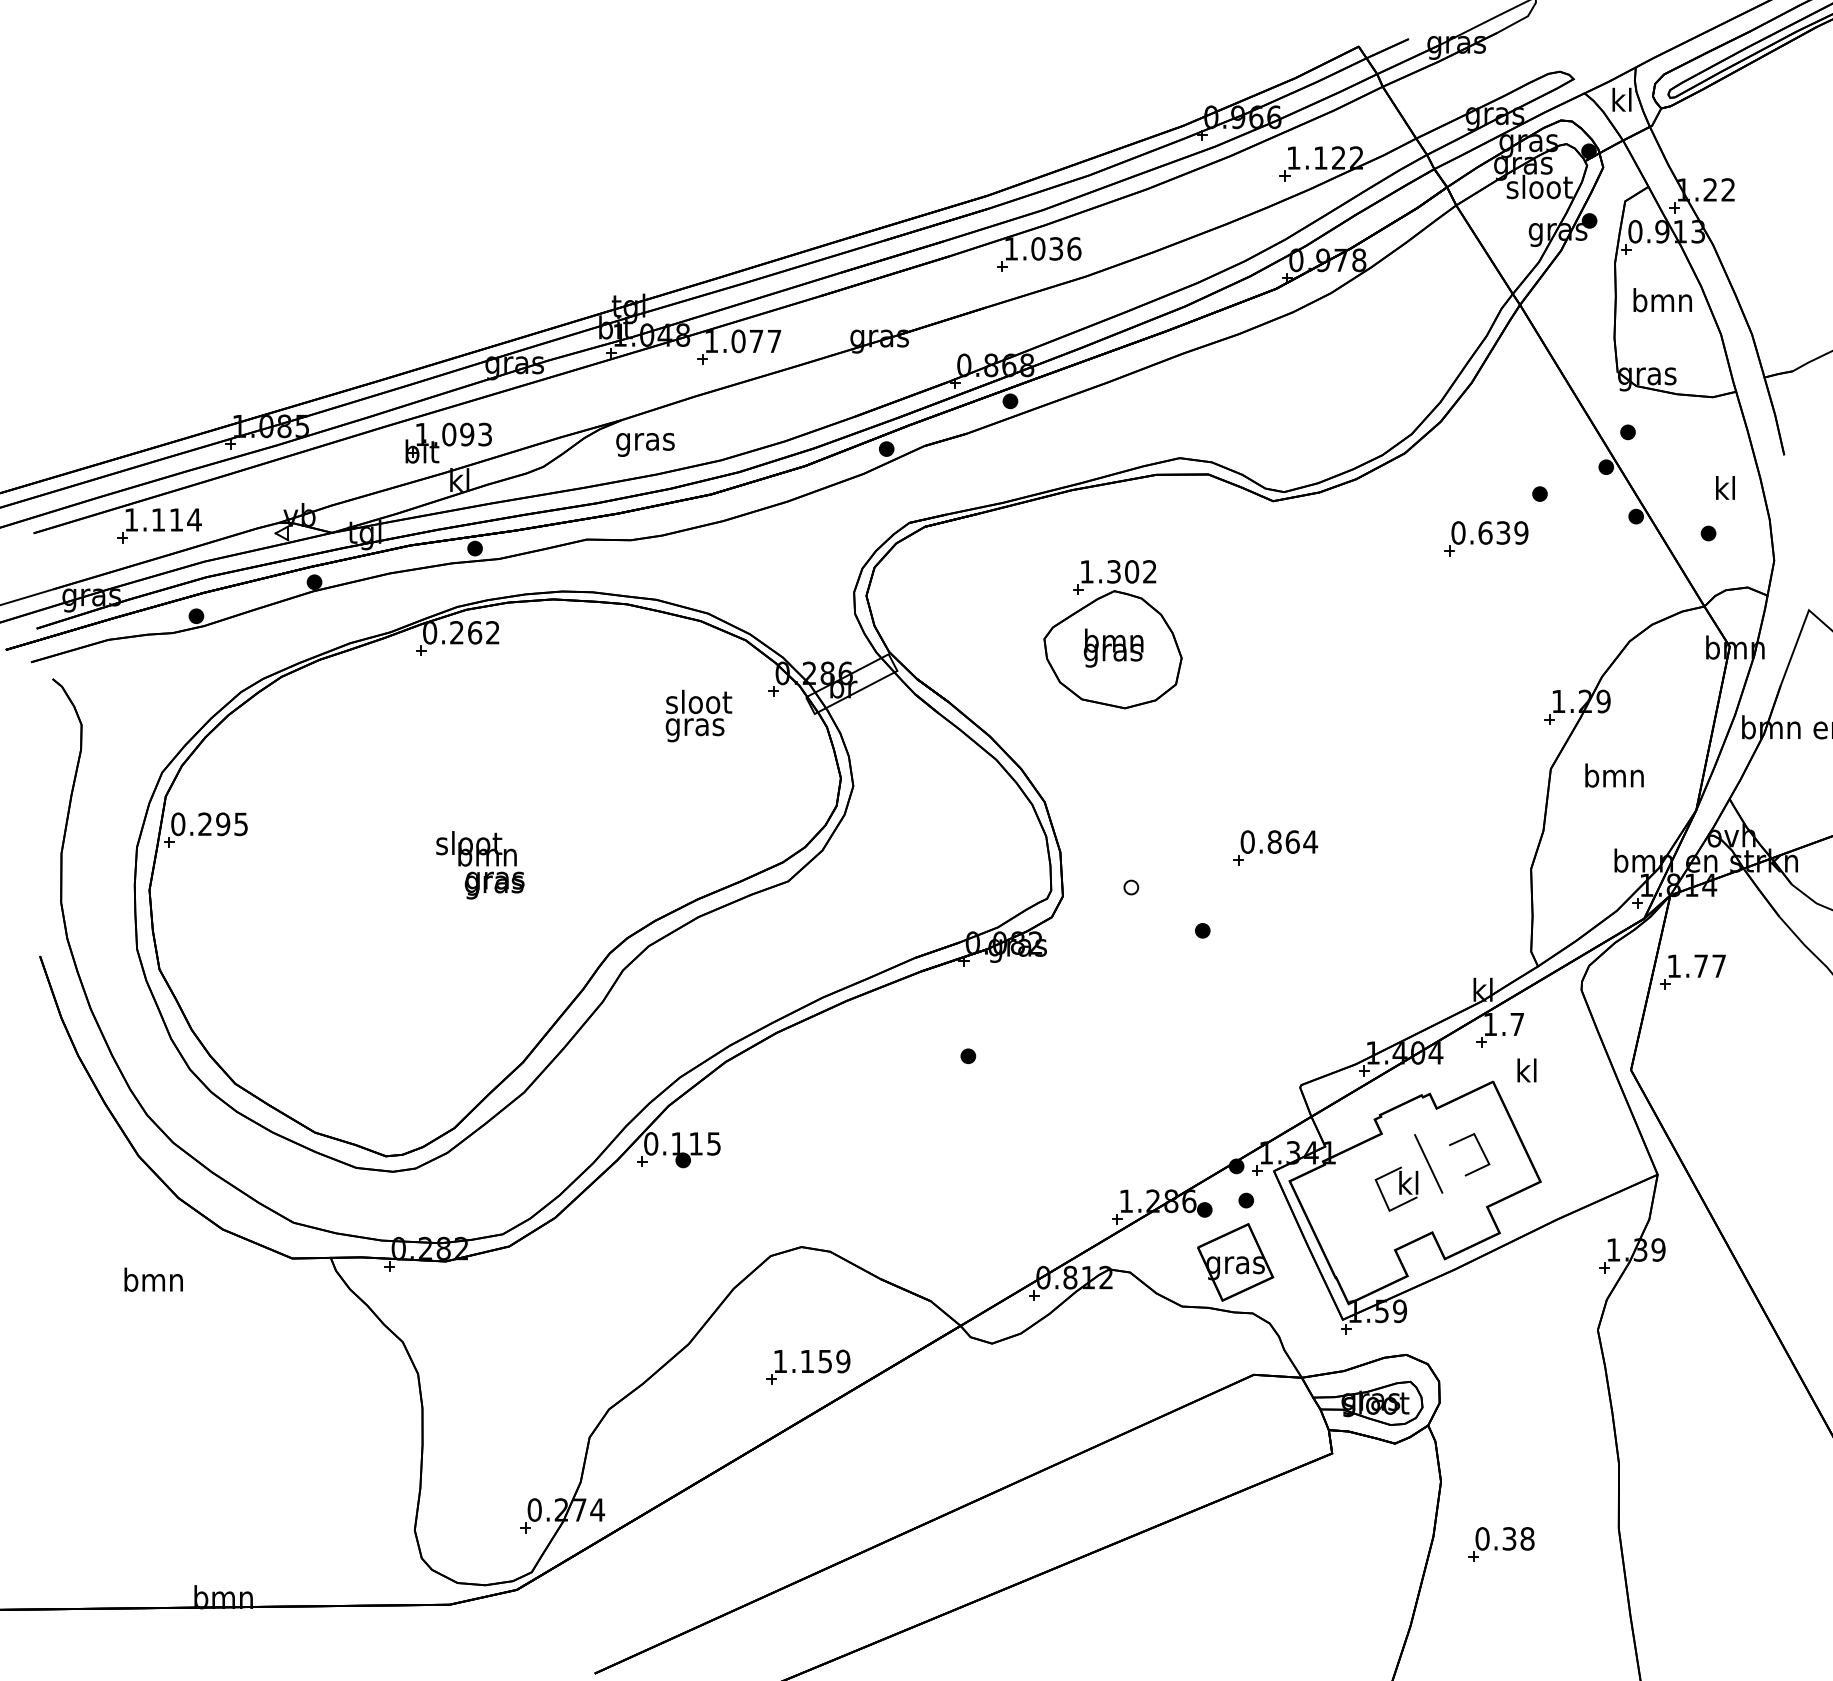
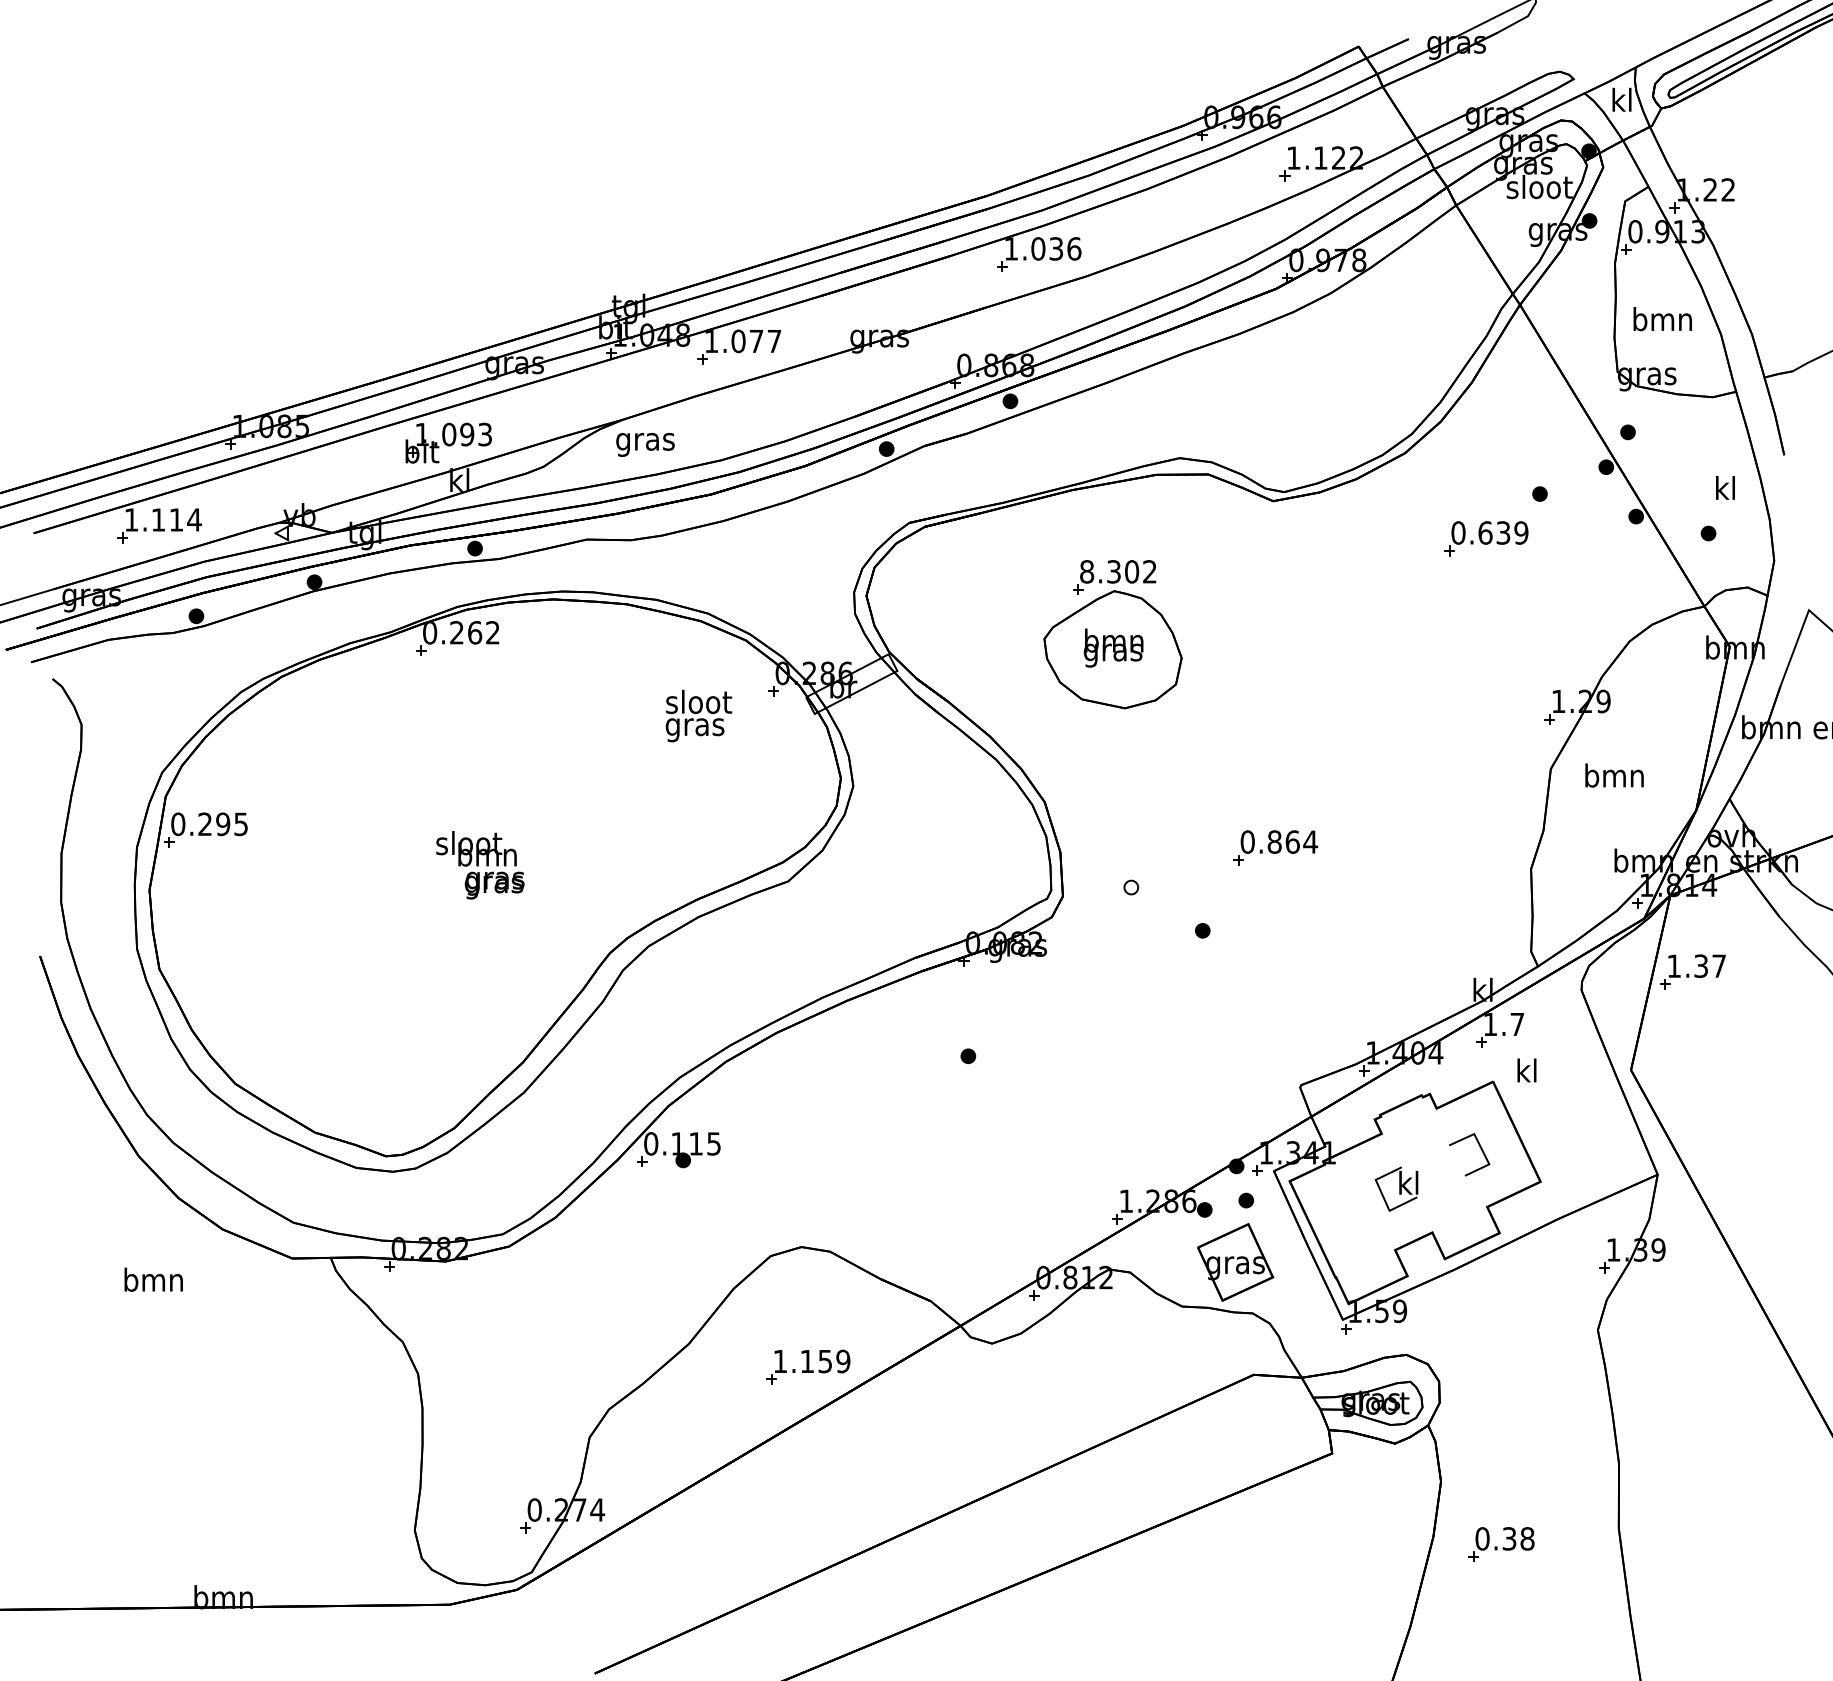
text at (1662, 300) position: (1662, 300) -> (1662, 319)
text at (1087, 571): 1.302 -> 8.302
text at (1700, 966): 1.77 -> 1.37
line at (1428, 1163): present -> none
